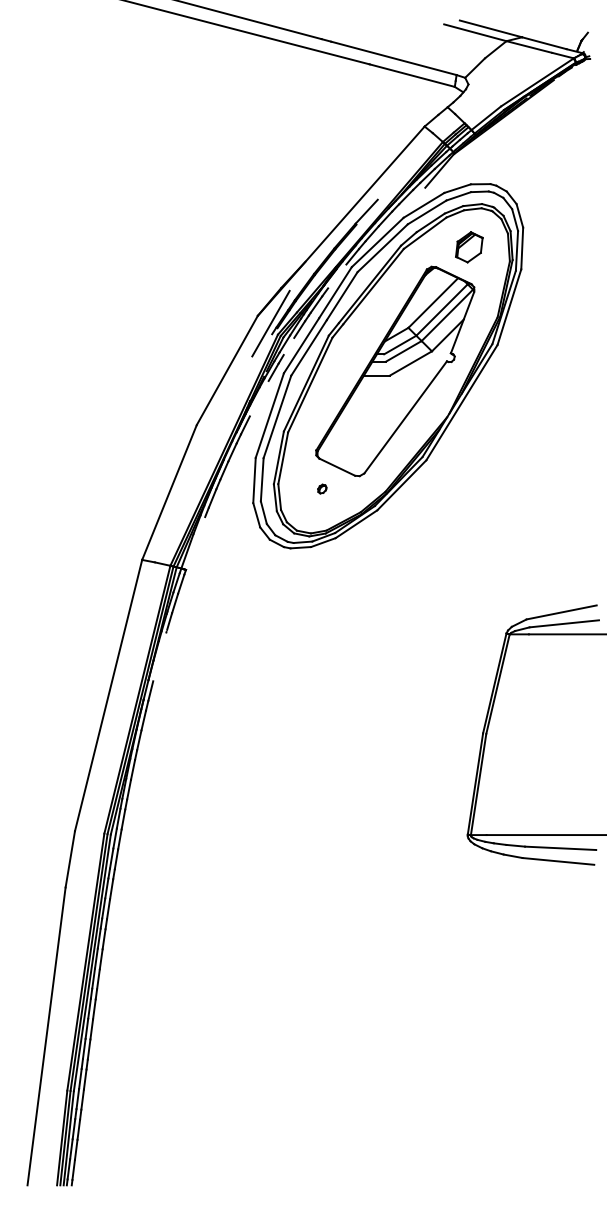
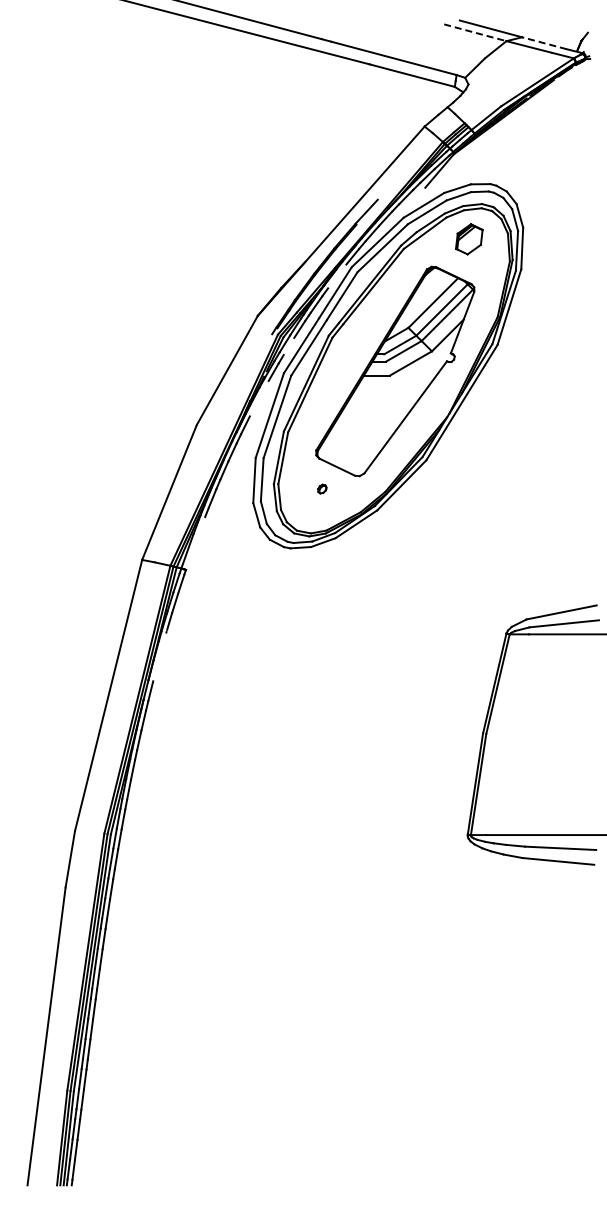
line at (475, 32): solid -> dashed
line at (543, 43): solid -> dashed
part at (469, 247) position: (469, 247) -> (469, 239)
line at (270, 323): present -> none
